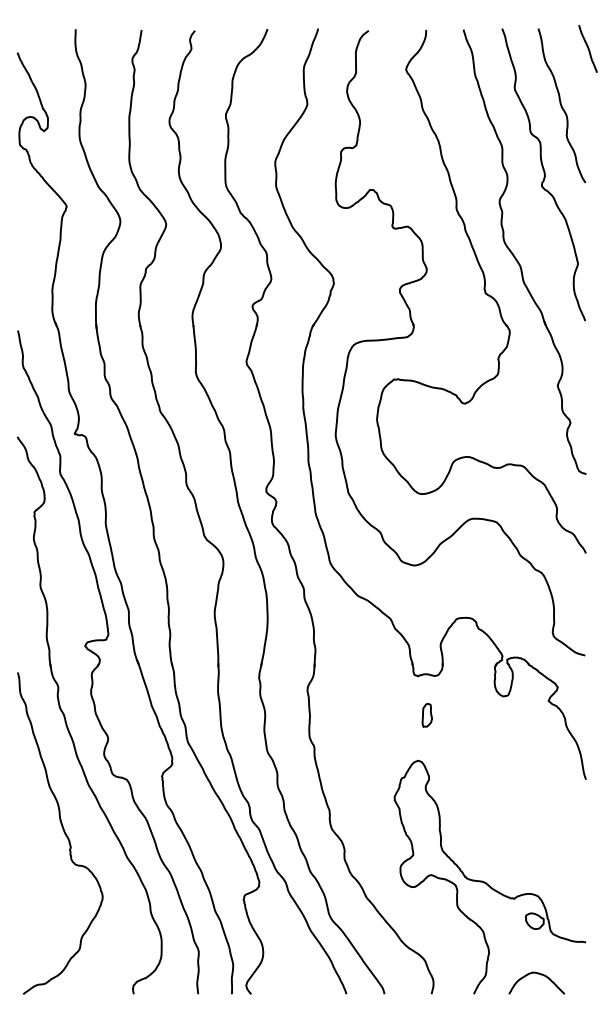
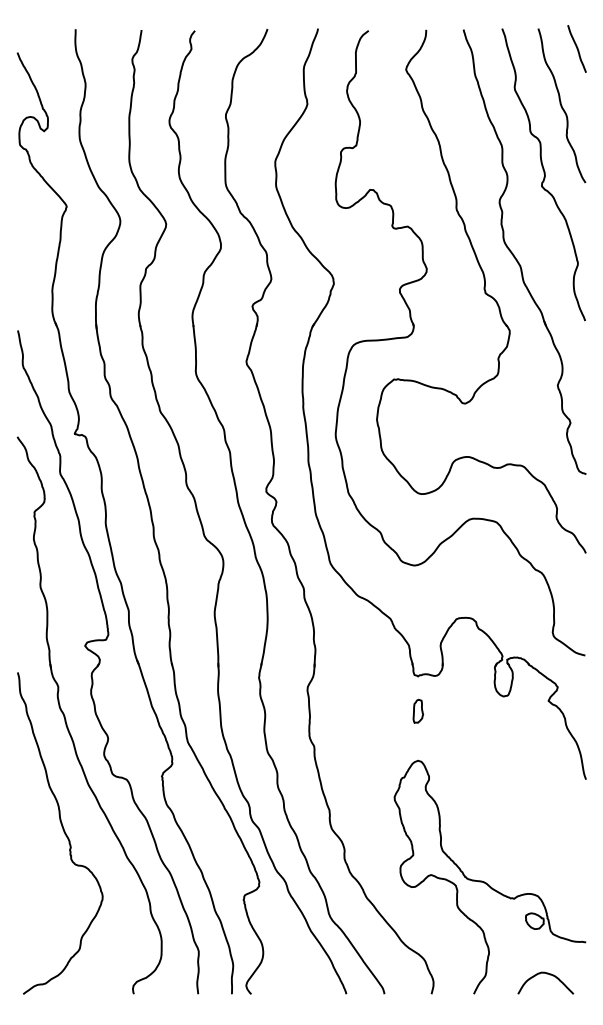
line at (587, 48) position: (587, 48) -> (576, 48)
part at (427, 714) position: (427, 714) -> (418, 710)
curve at (537, 974) position: (537, 974) -> (546, 974)
